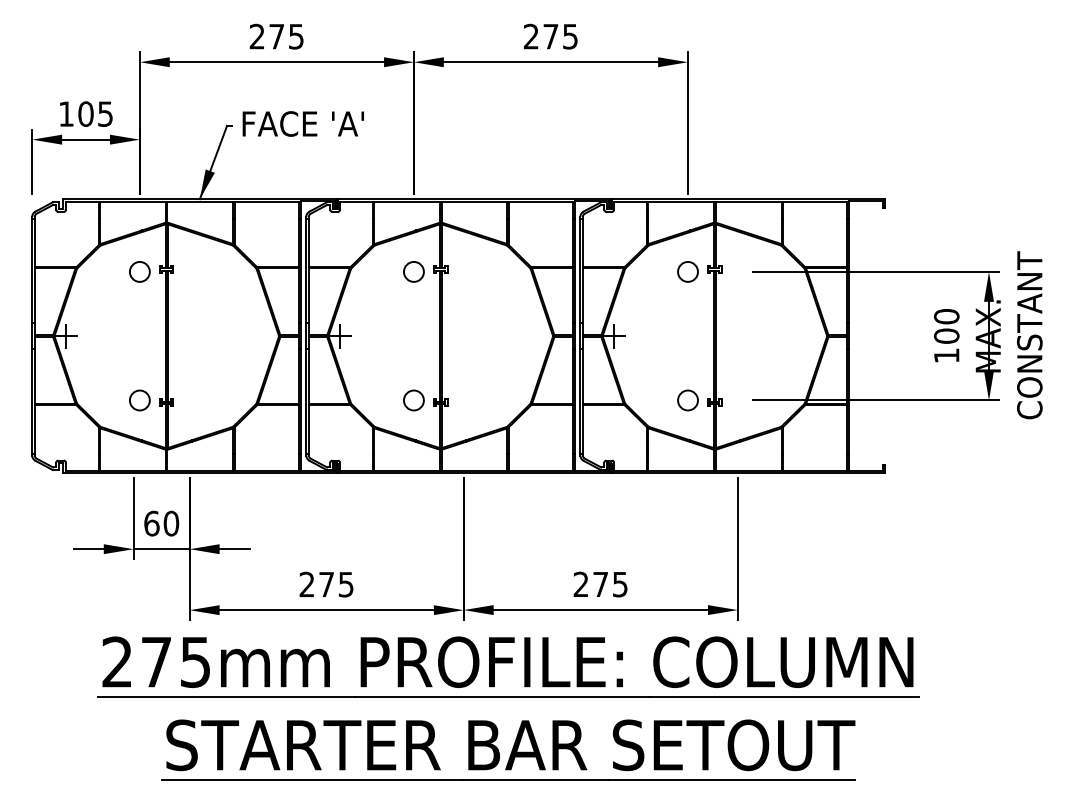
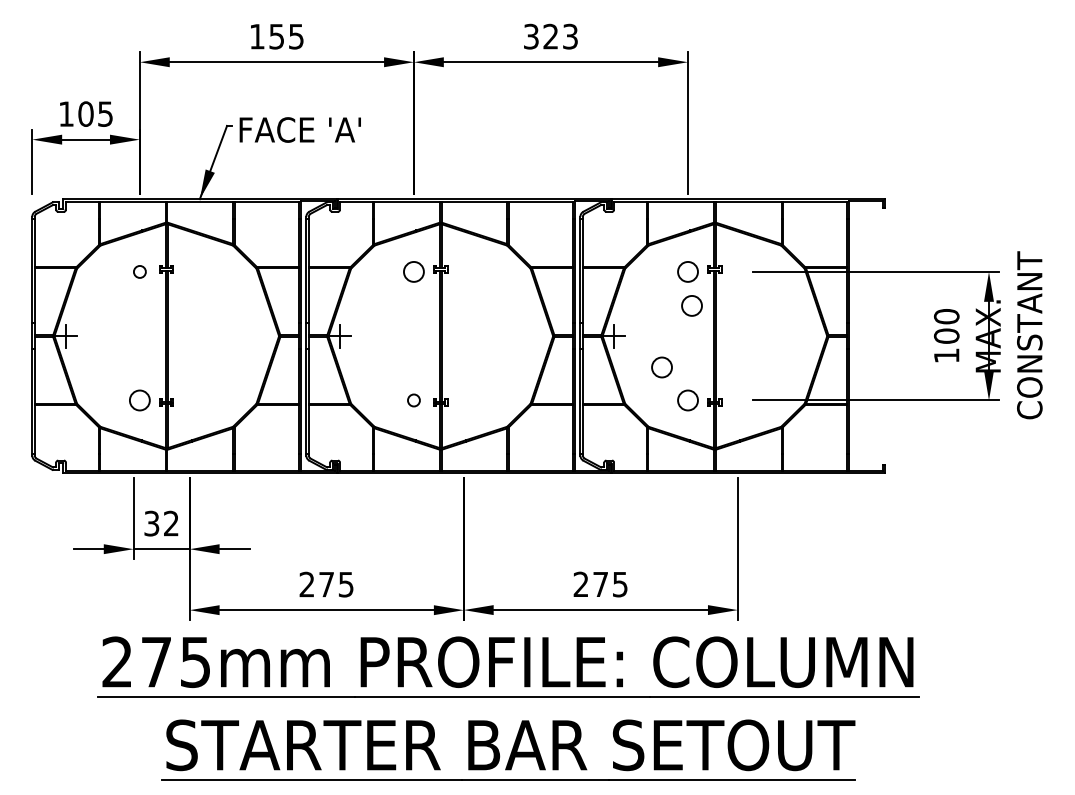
text at (266, 36): 275 -> 155
text at (550, 36): 275 -> 323
text at (302, 123) position: (302, 123) -> (299, 129)
circle at (139, 271) size: 22x22 px -> 14x14 px
circle at (691, 305): none -> present
circle at (661, 367): none -> present
circle at (413, 400) size: 22x23 px -> 14x15 px
text at (161, 523): 60 -> 32
